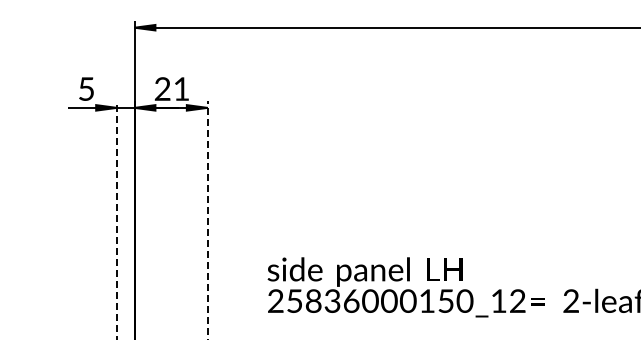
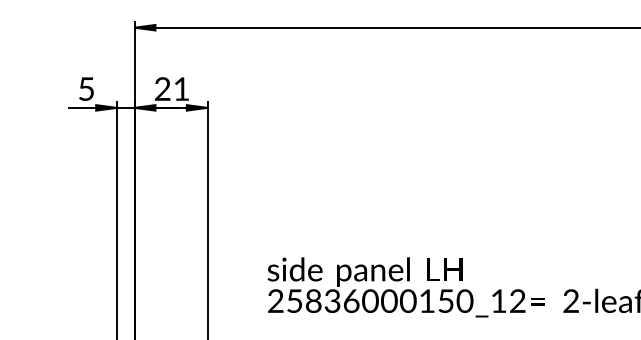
line at (117, 219): dashed -> solid
line at (207, 219): dashed -> solid
